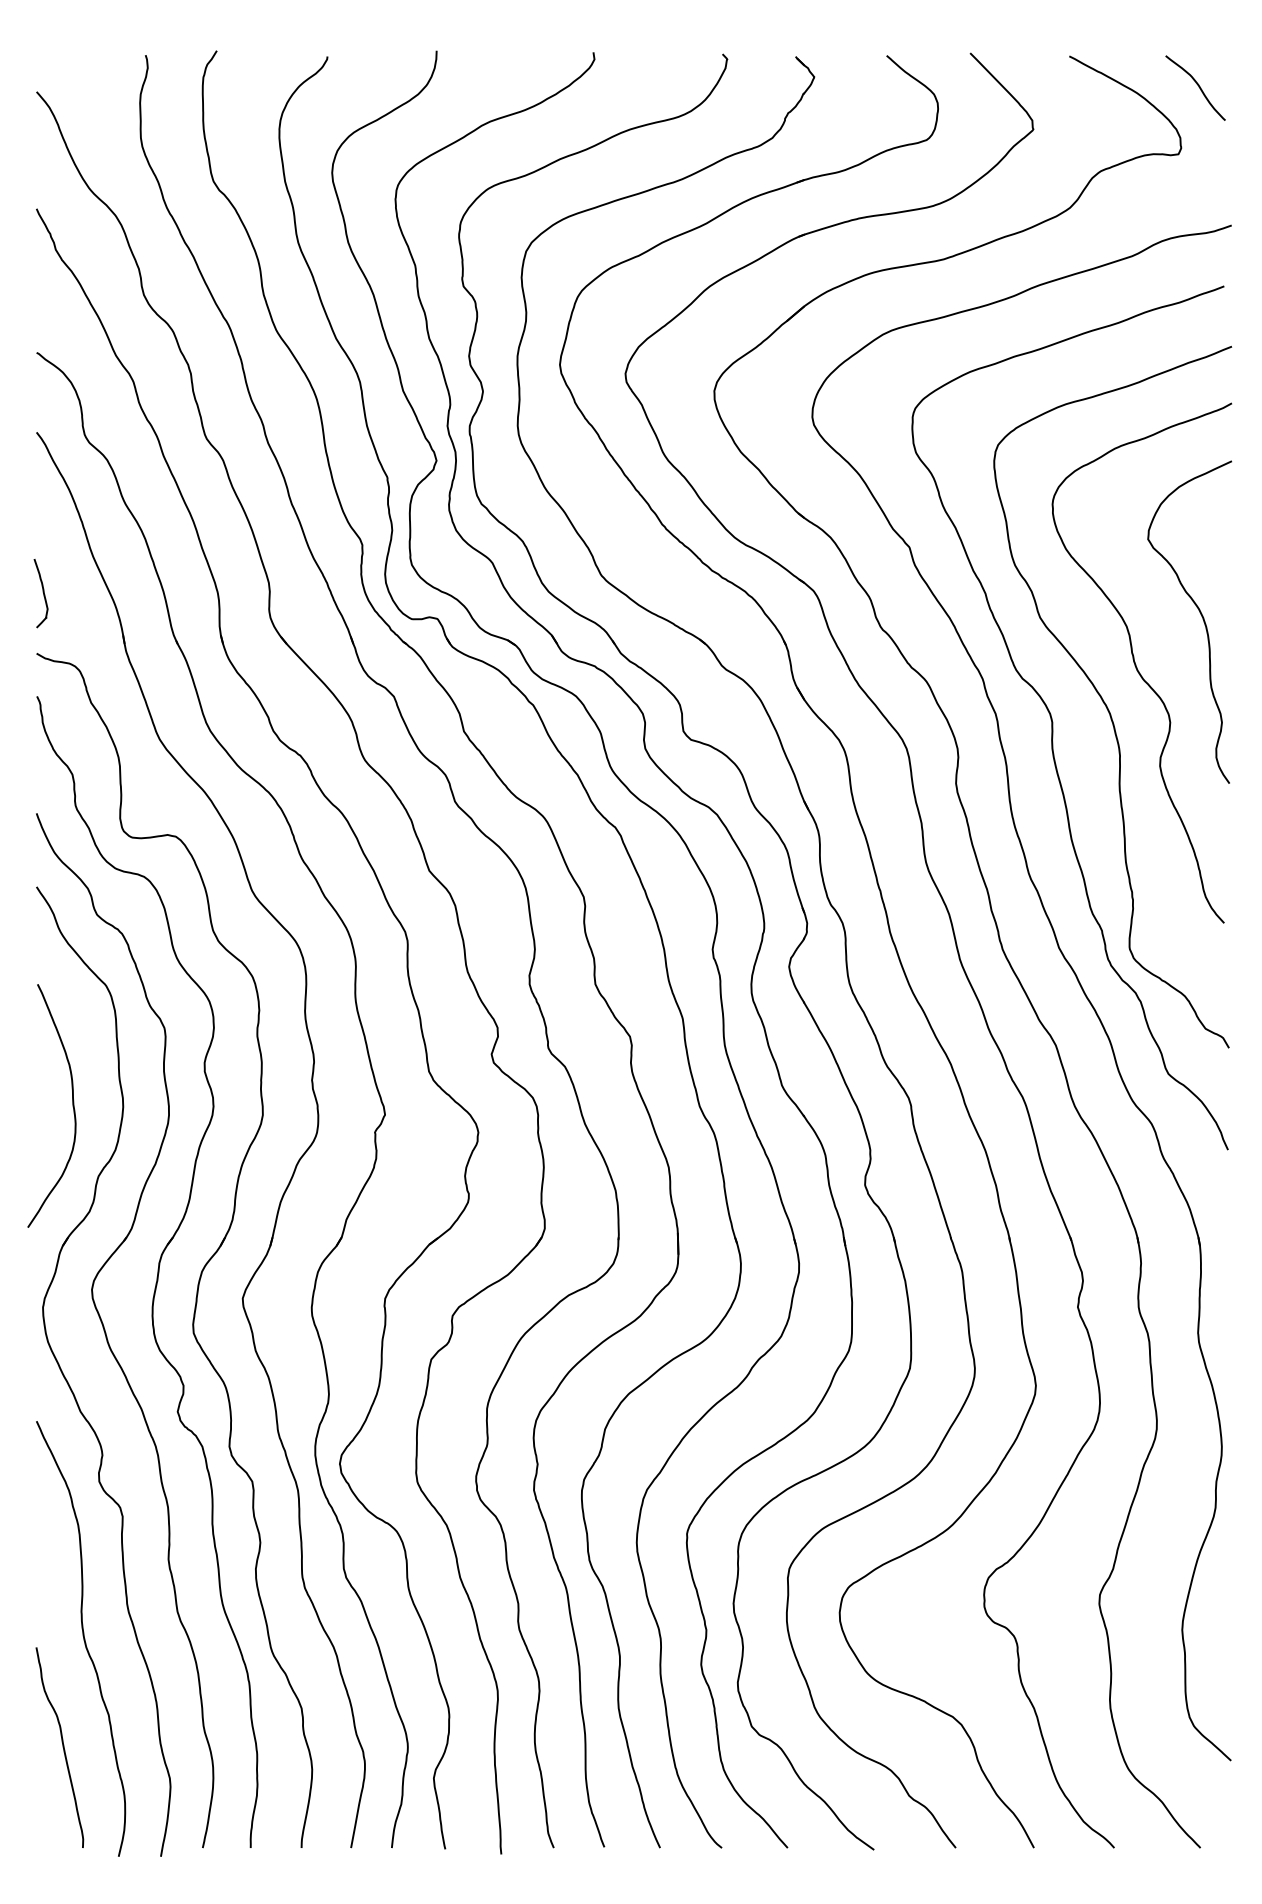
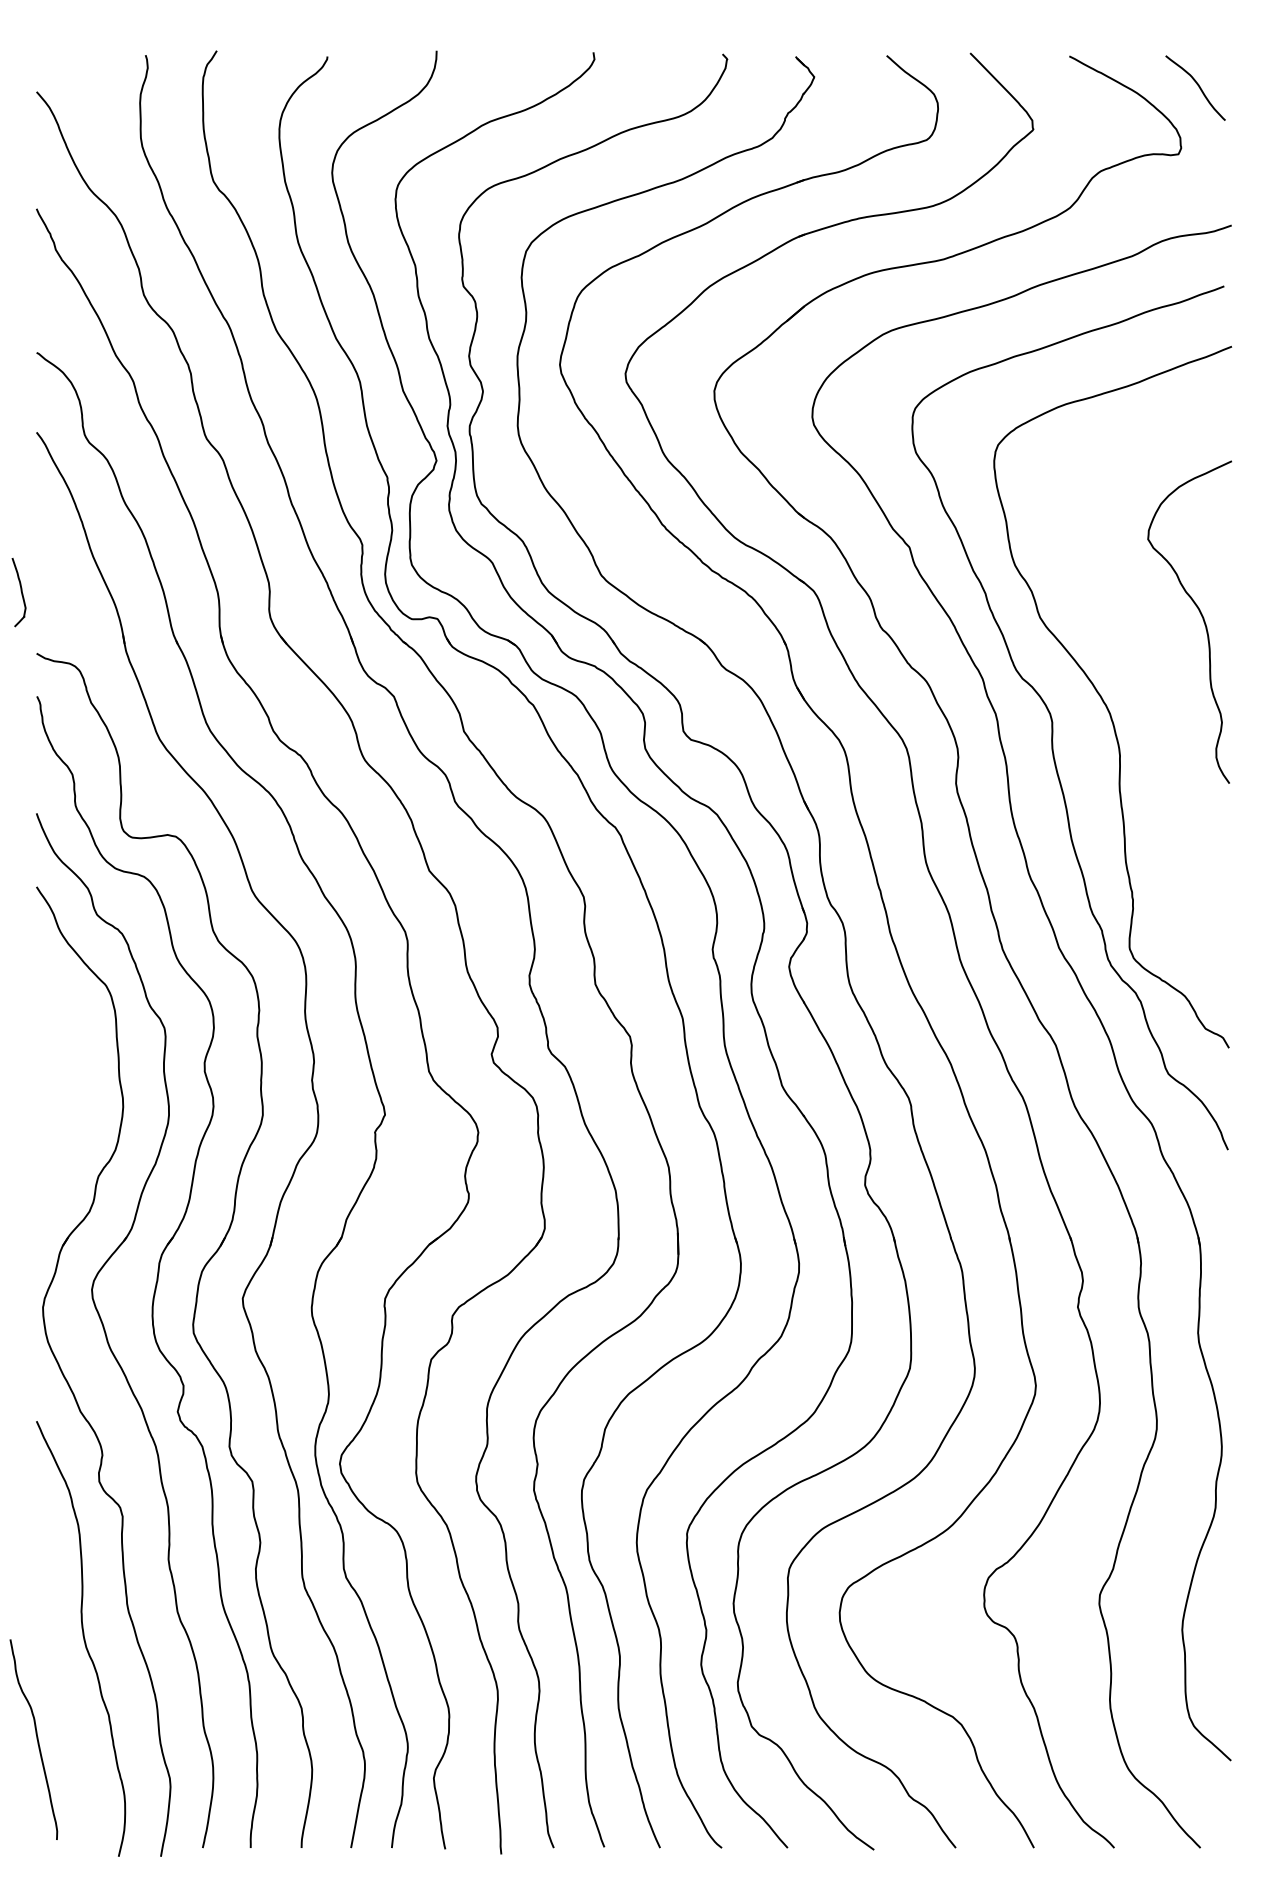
curve at (42, 592) position: (42, 592) -> (20, 591)
curve at (1136, 664): present -> none
curve at (72, 1105): present -> none
curve at (62, 1747) position: (62, 1747) -> (36, 1739)
